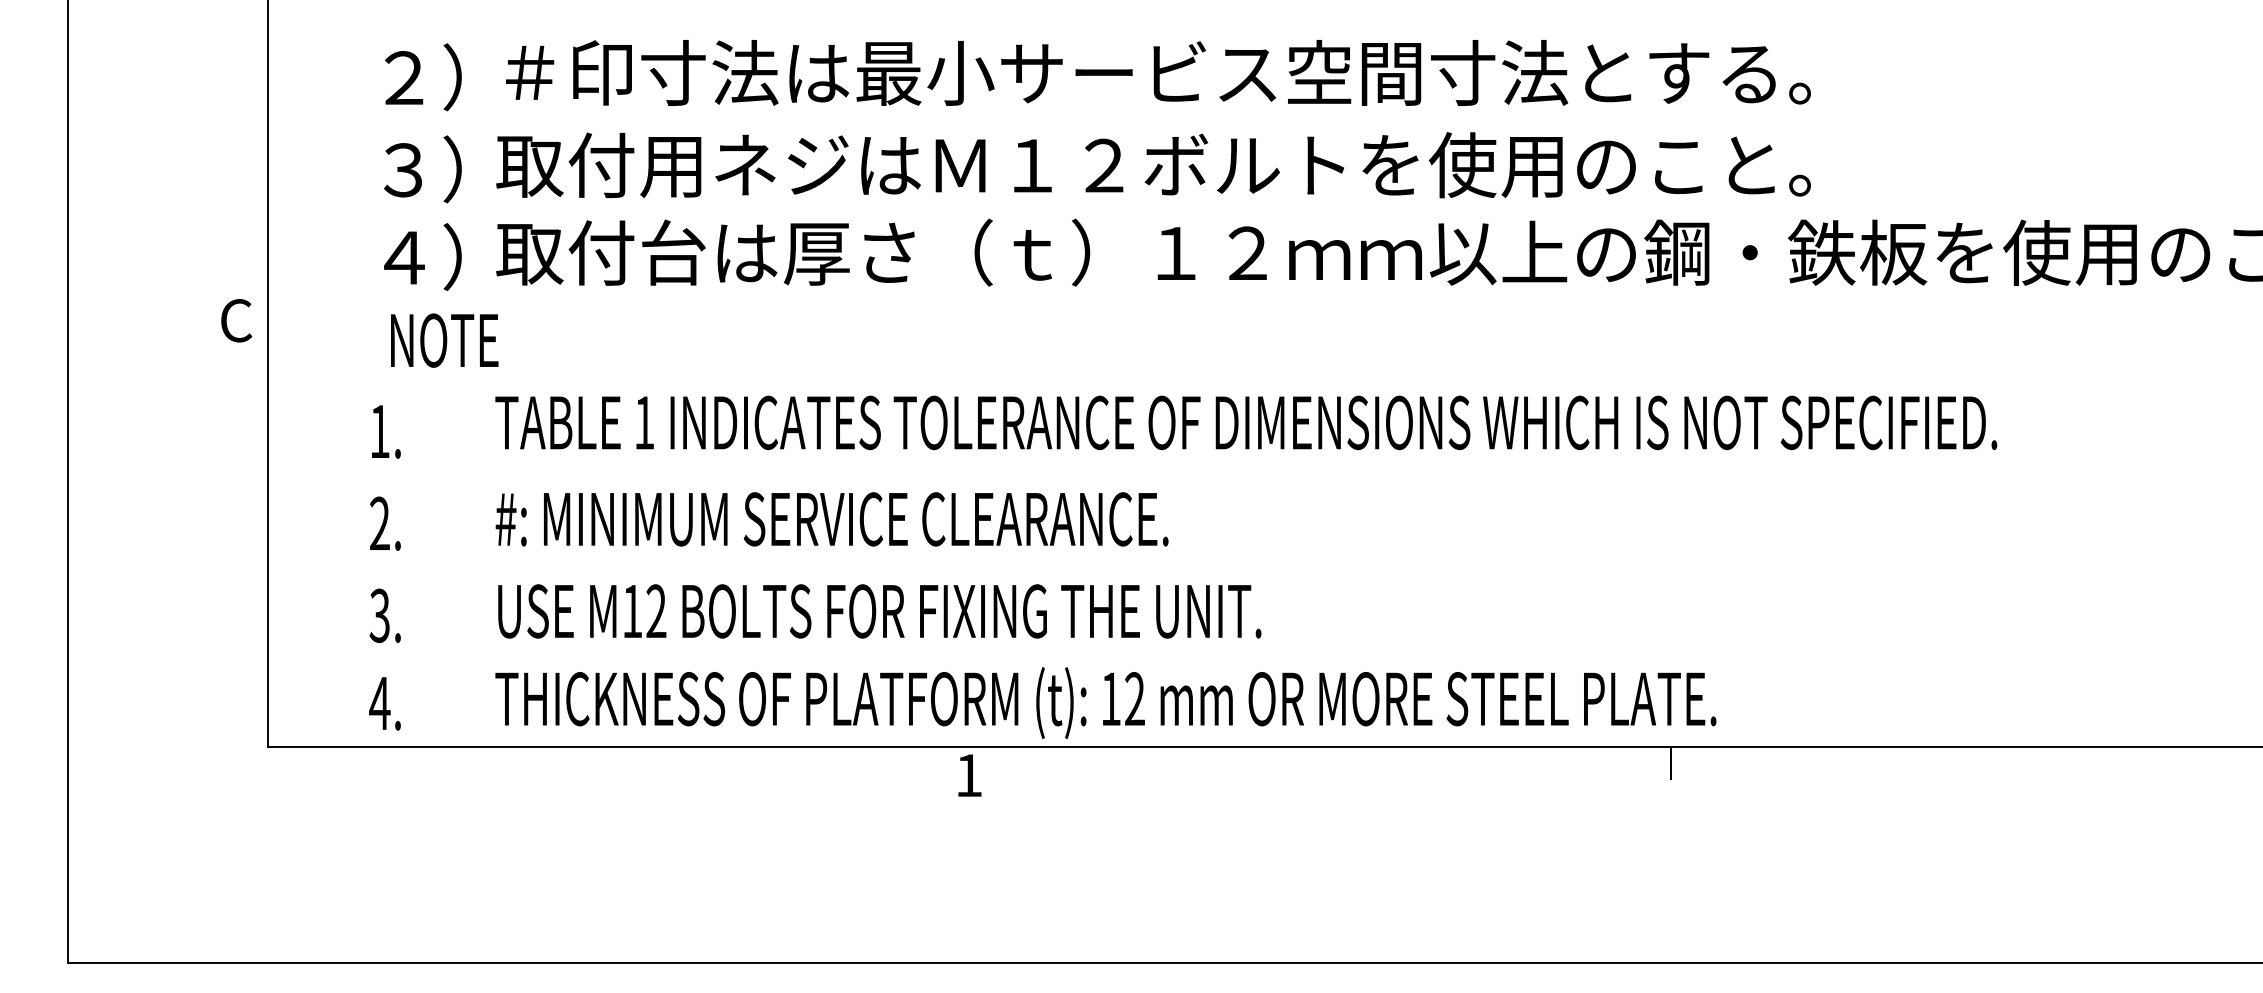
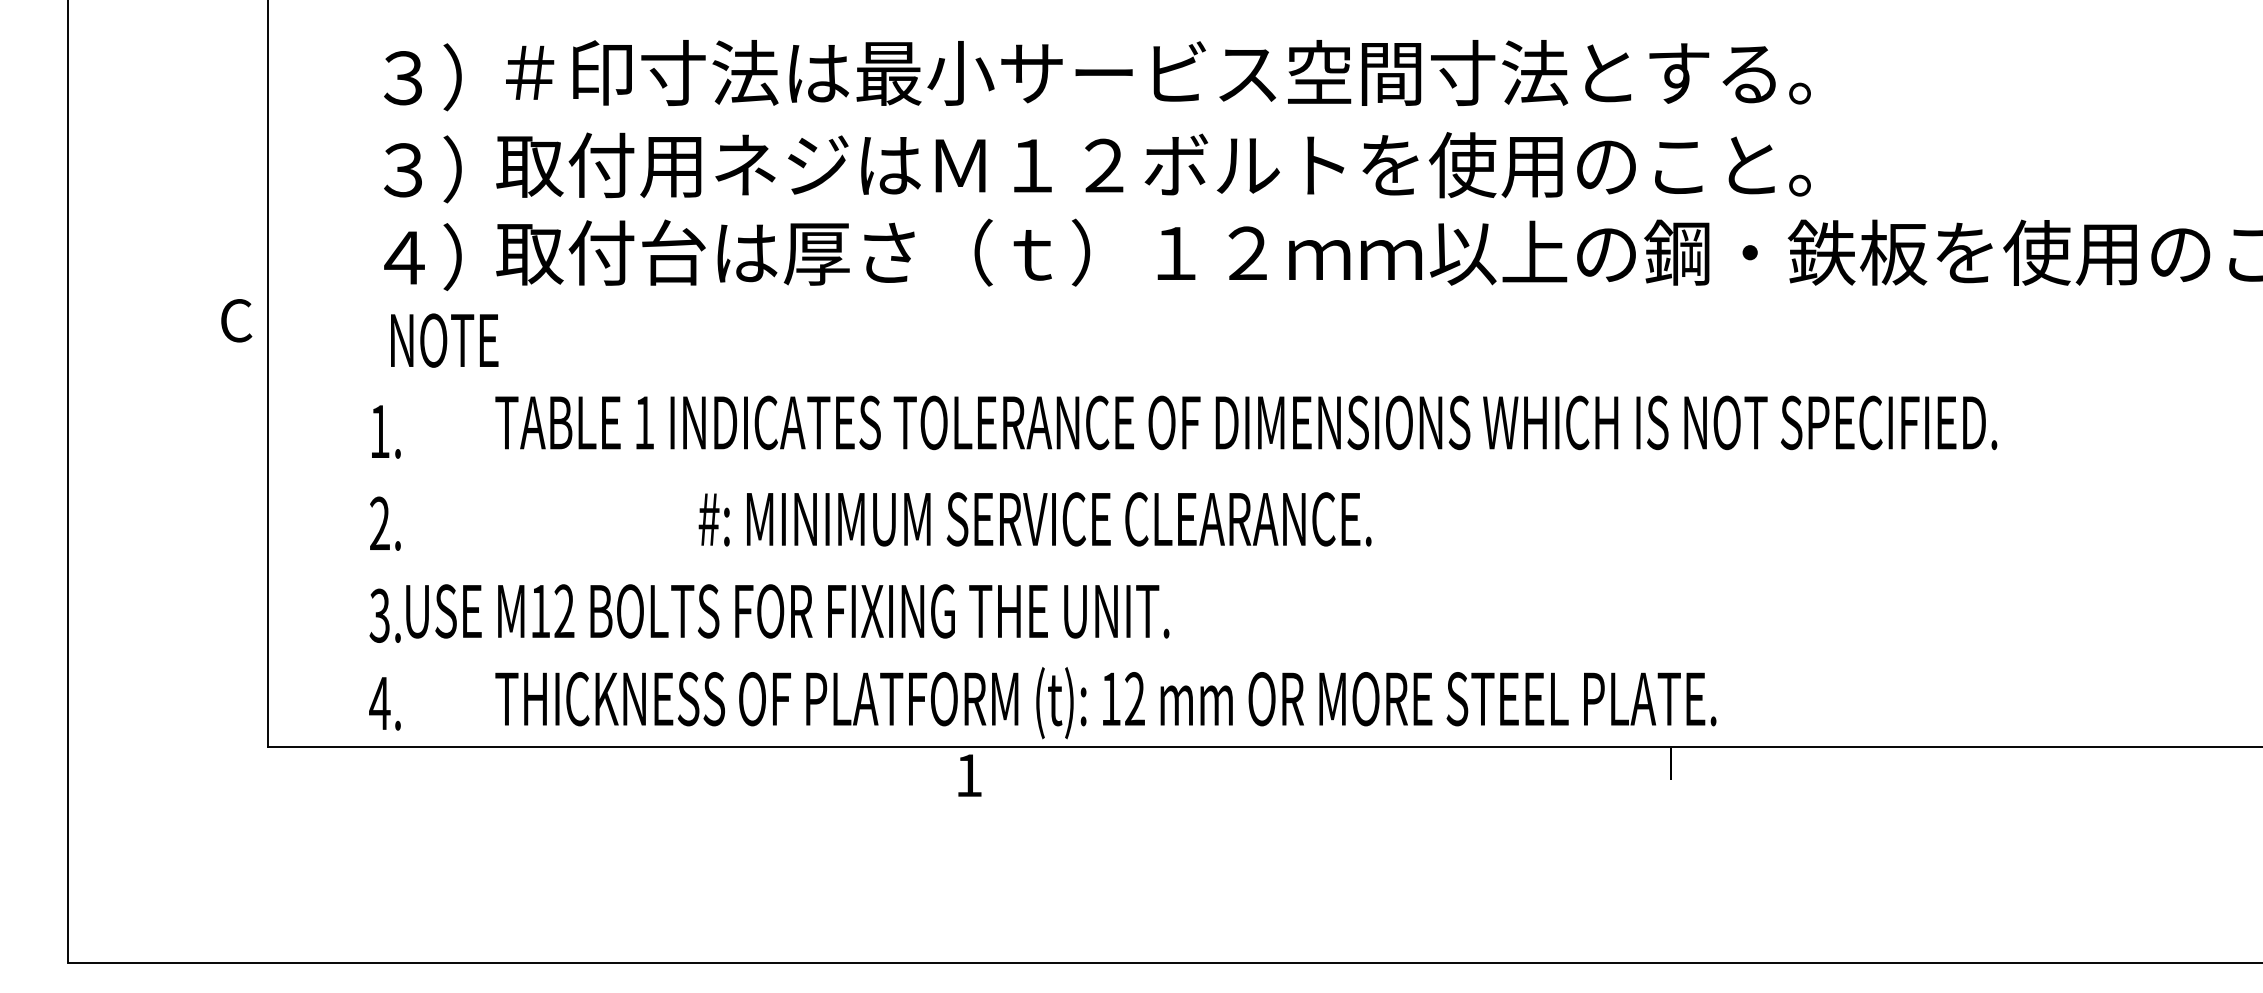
text at (403, 78): ２） -> ３）
text at (831, 519) position: (831, 519) -> (1034, 519)
text at (879, 611) position: (879, 611) -> (787, 611)
